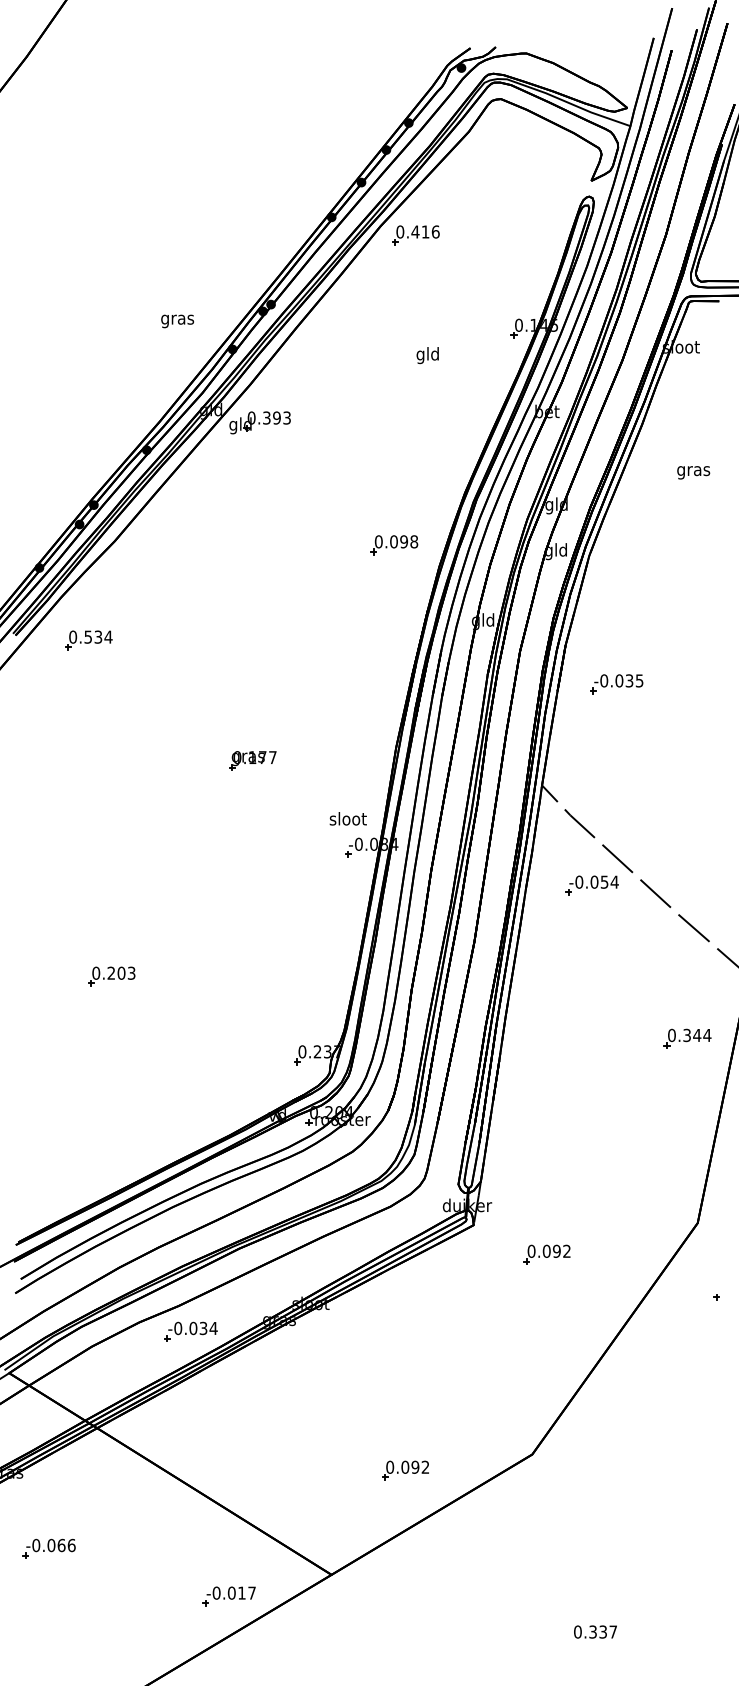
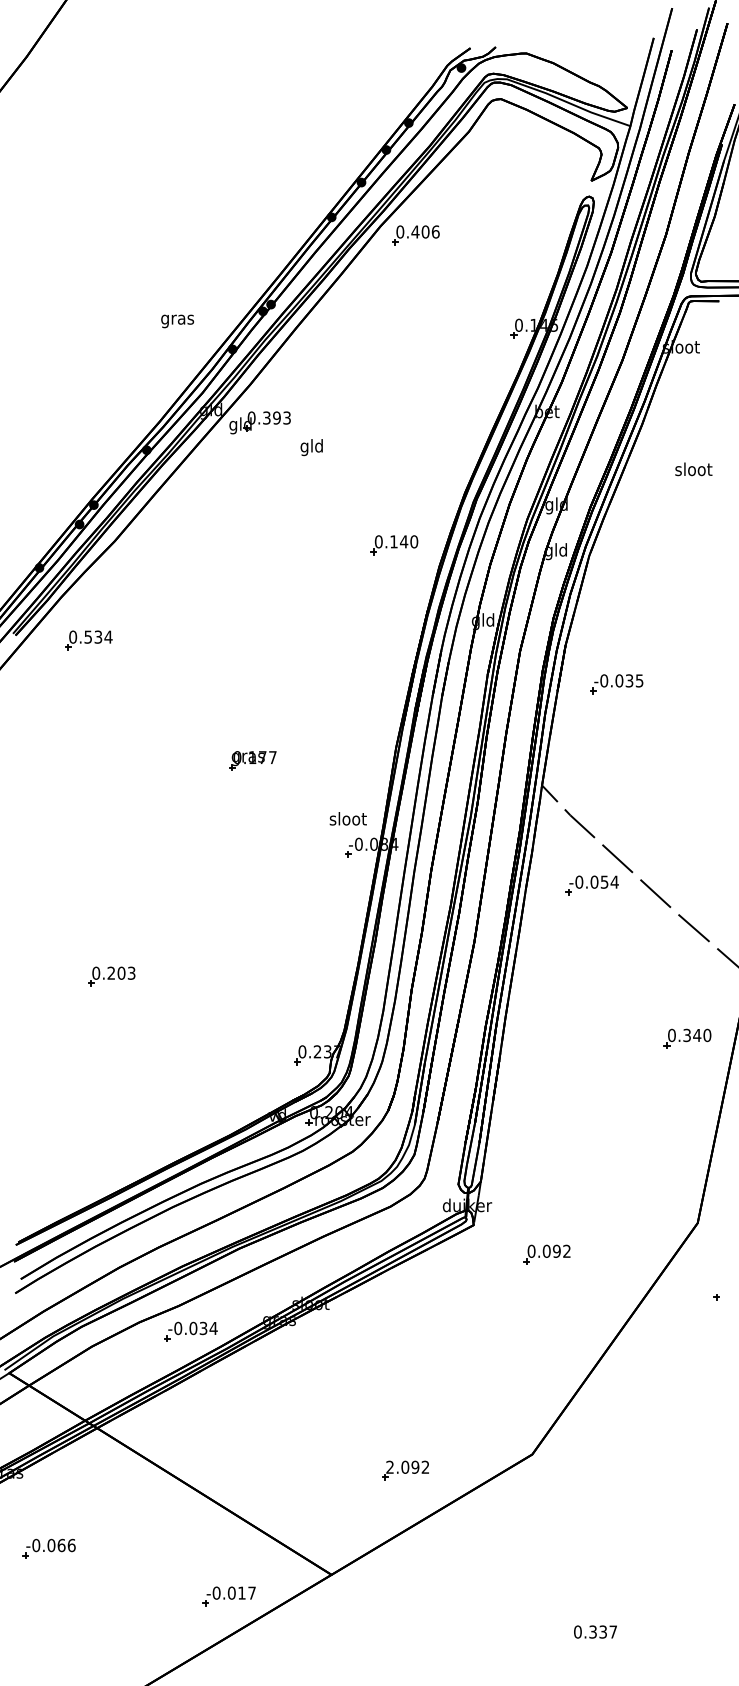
text at (425, 231): 0.416 -> 0.406
text at (427, 355) position: (427, 355) -> (311, 447)
text at (693, 470): gras -> sloot
text at (404, 541): 0.098 -> 0.140
text at (707, 1035): 0.344 -> 0.340
text at (390, 1466): 0.092 -> 2.092
